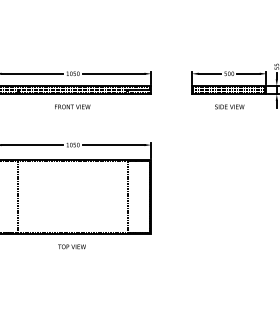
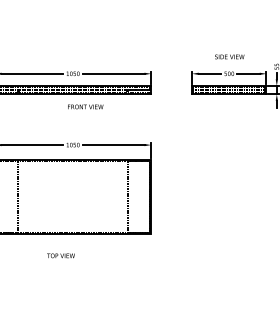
text at (72, 106) position: (72, 106) -> (85, 106)
text at (229, 106) position: (229, 106) -> (229, 56)
text at (71, 246) position: (71, 246) -> (60, 255)
